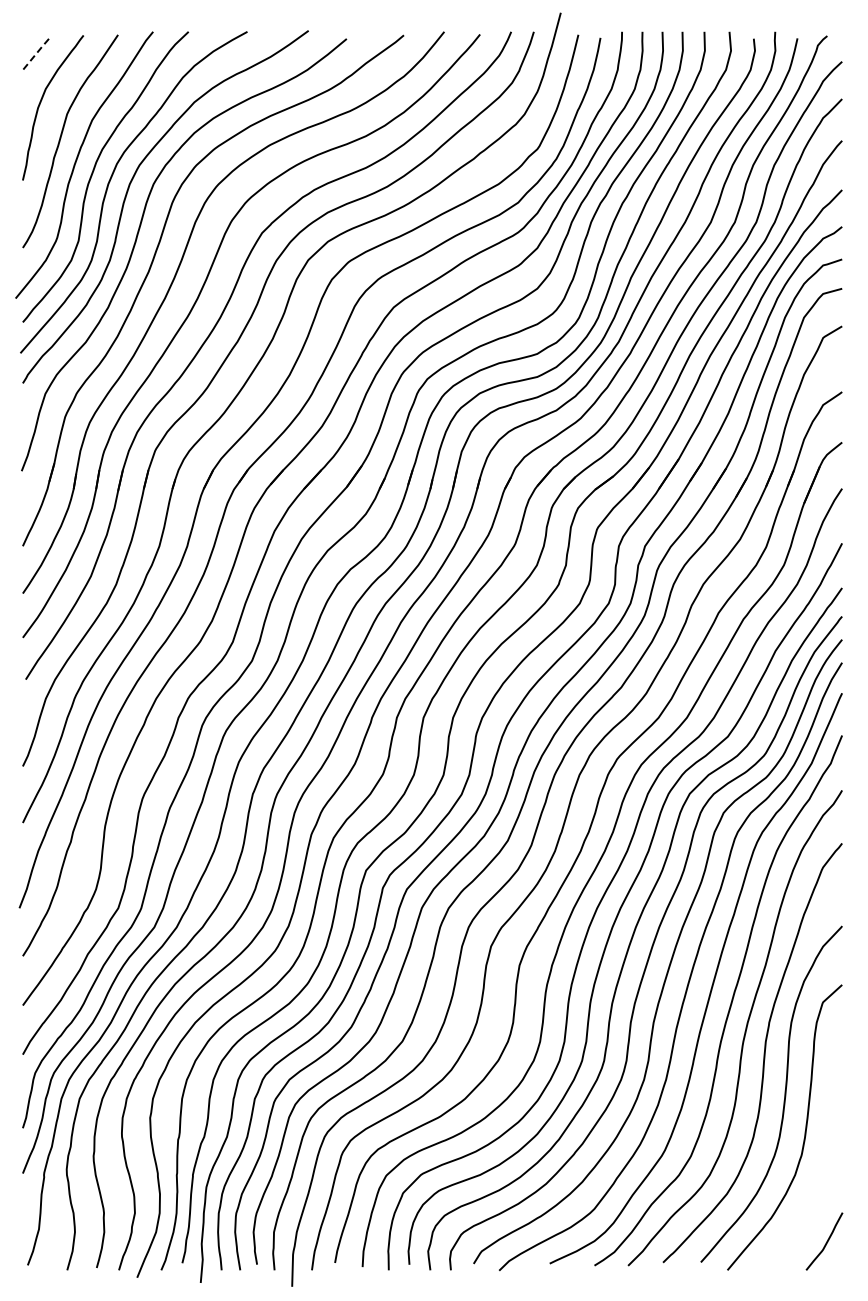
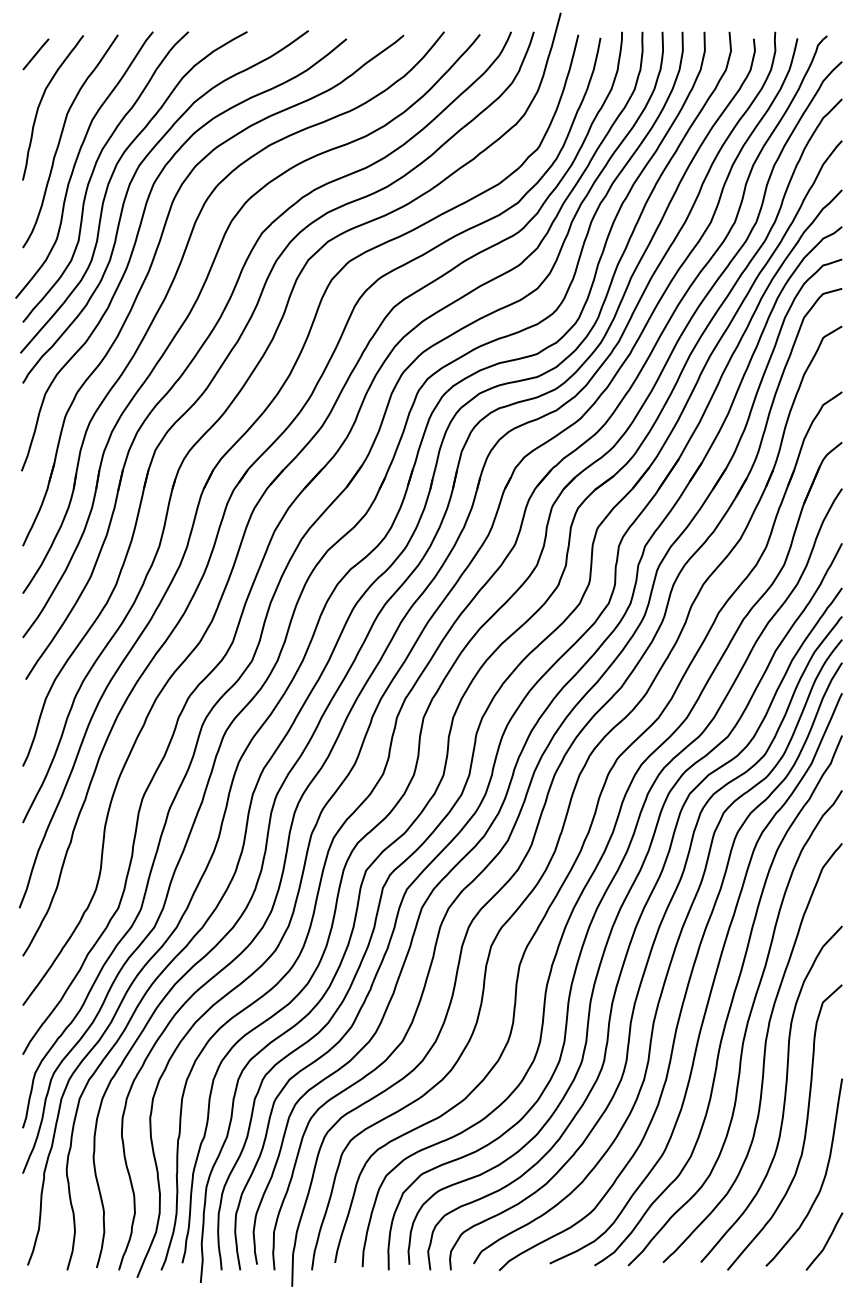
line at (36, 53): dashed -> solid
curve at (823, 1177): none -> present
